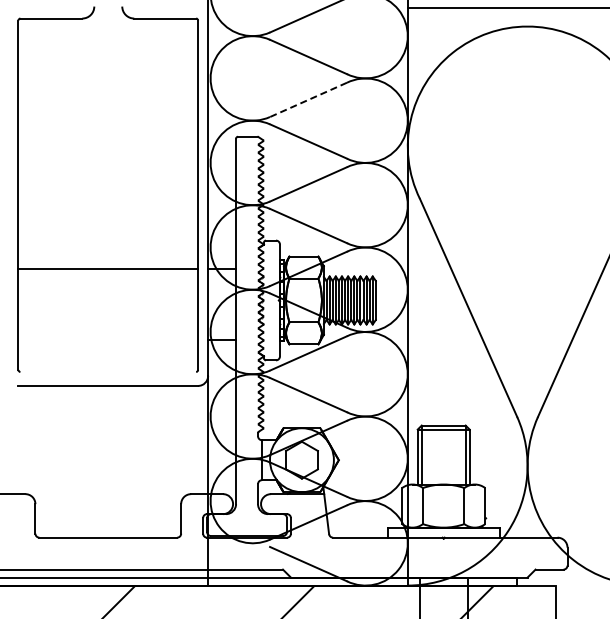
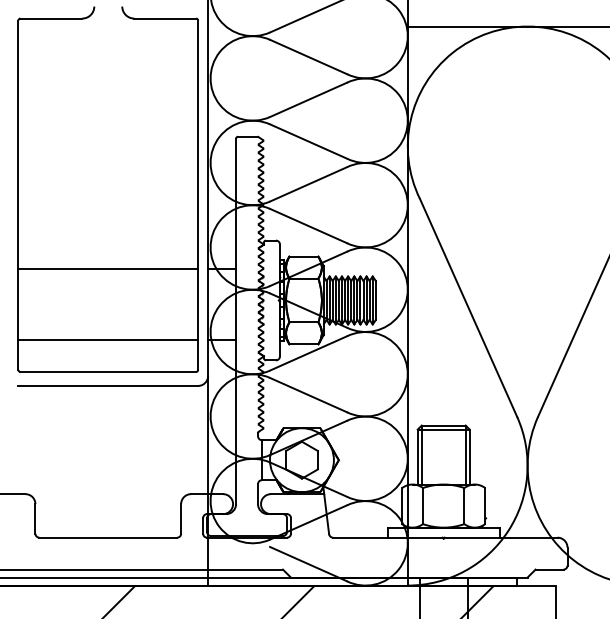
line at (506, 7) position: (506, 7) -> (506, 26)
line at (308, 100): dashed -> solid
line at (108, 340): none -> present
line at (108, 371): none -> present
